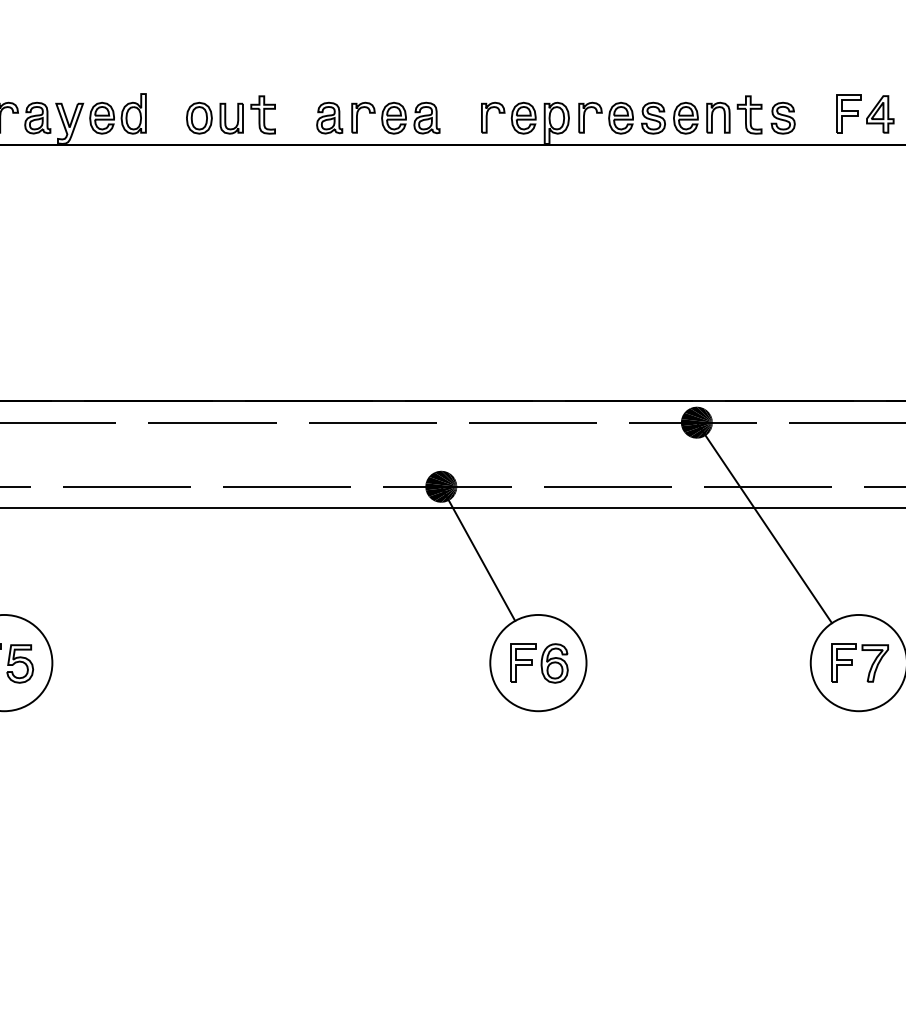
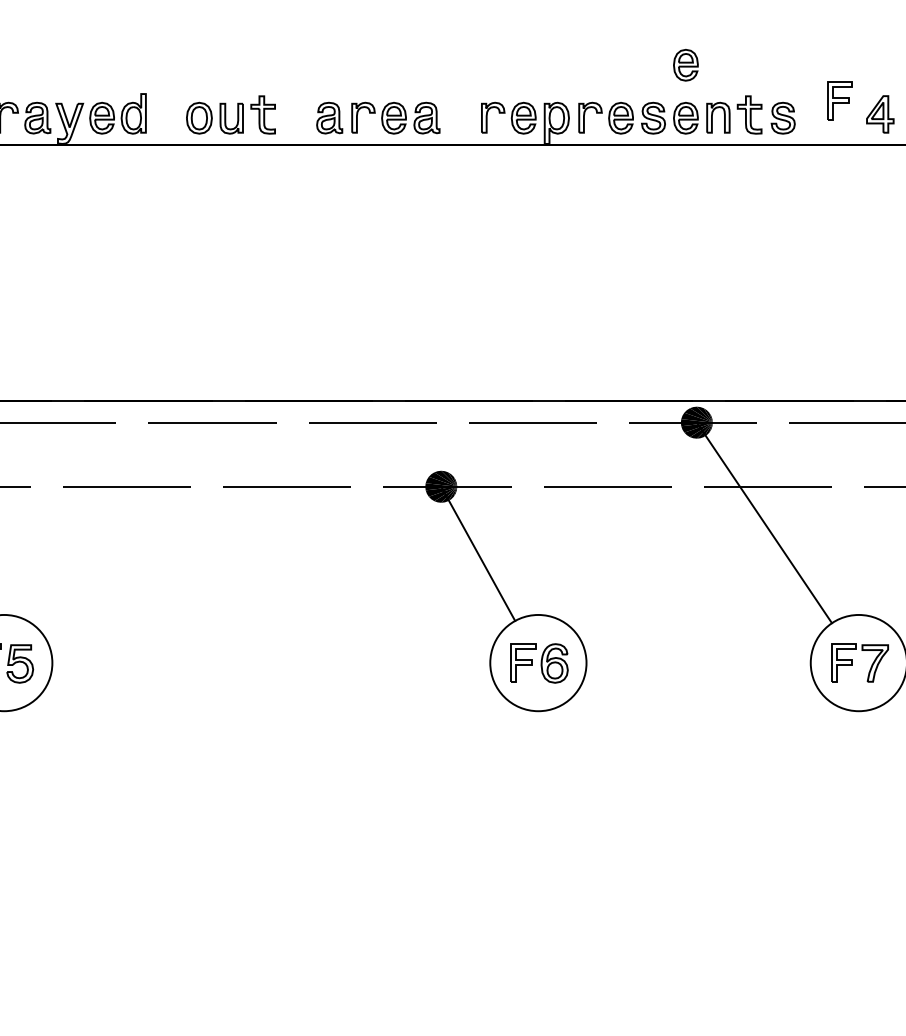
part at (685, 65): none -> present
part at (848, 113) position: (848, 113) -> (839, 100)
line at (452, 508): present -> none
